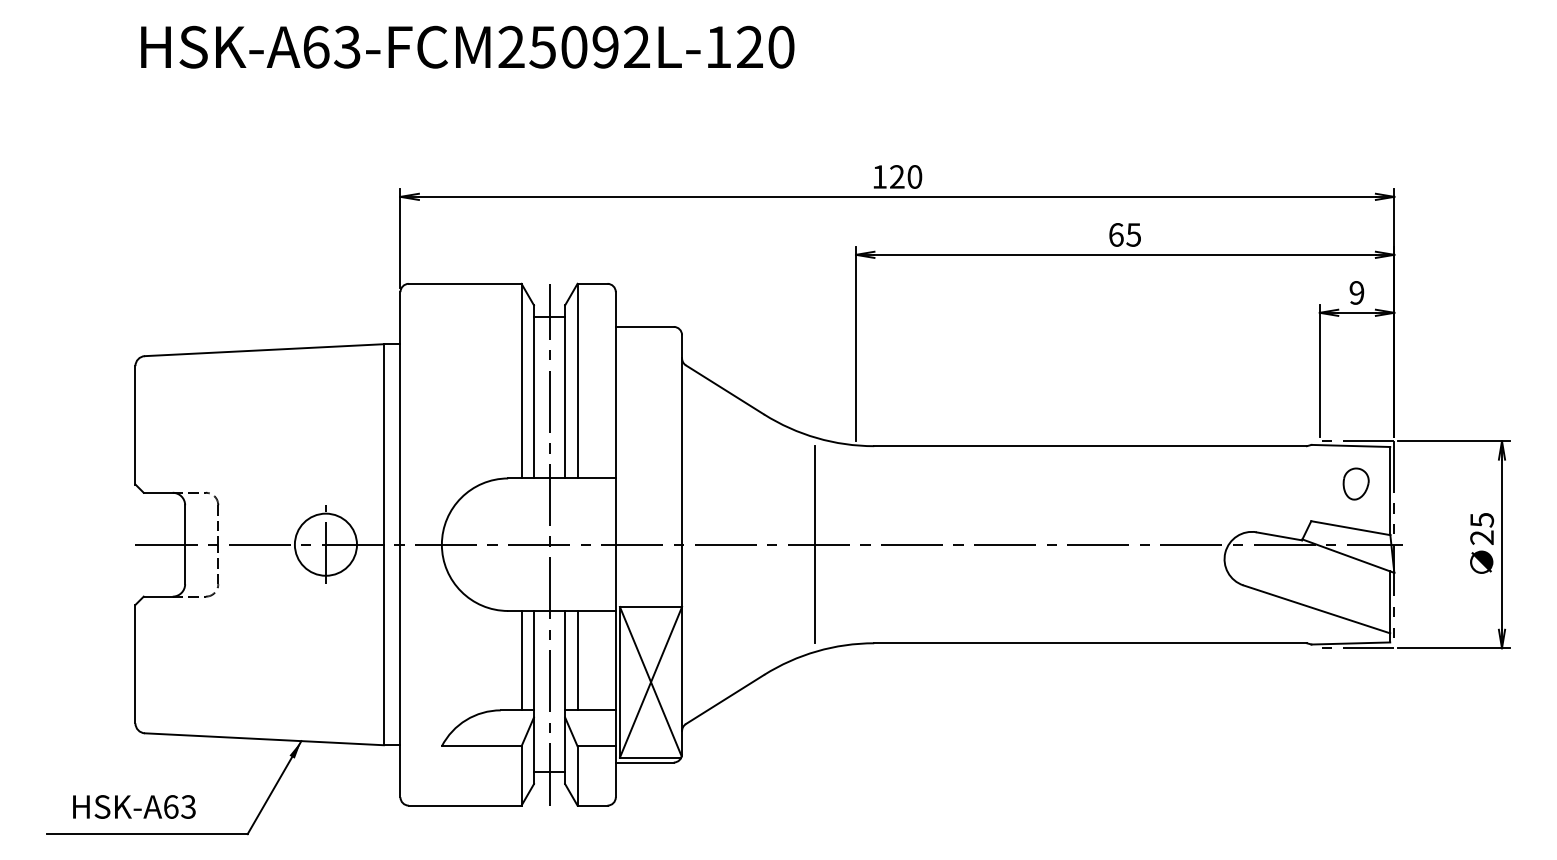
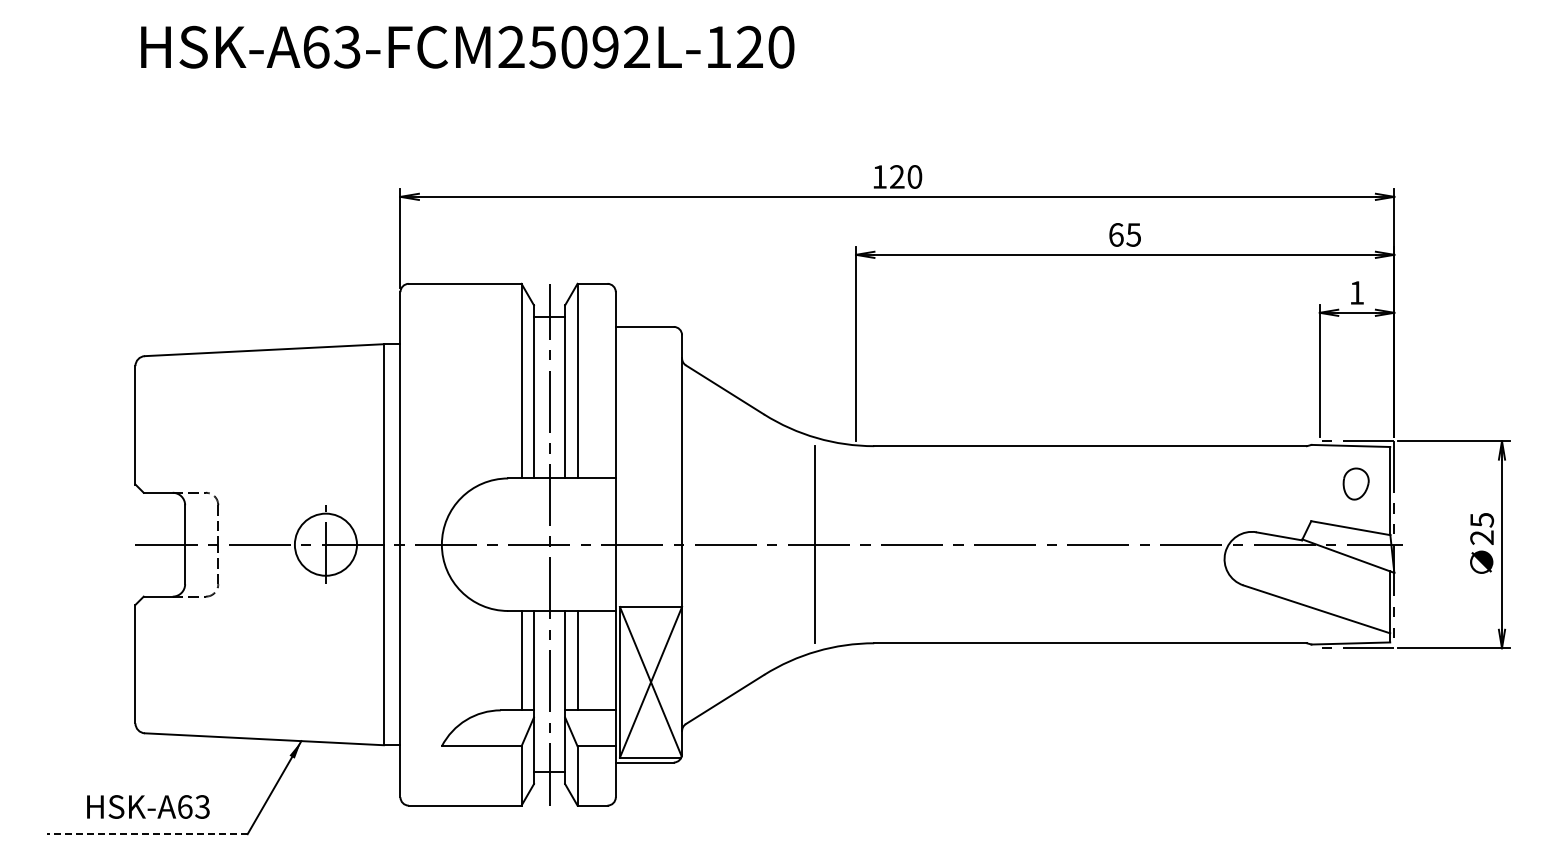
text at (1356, 292): 9 -> 1
text at (134, 806) position: (134, 806) -> (148, 806)
line at (146, 834): solid -> dashed
